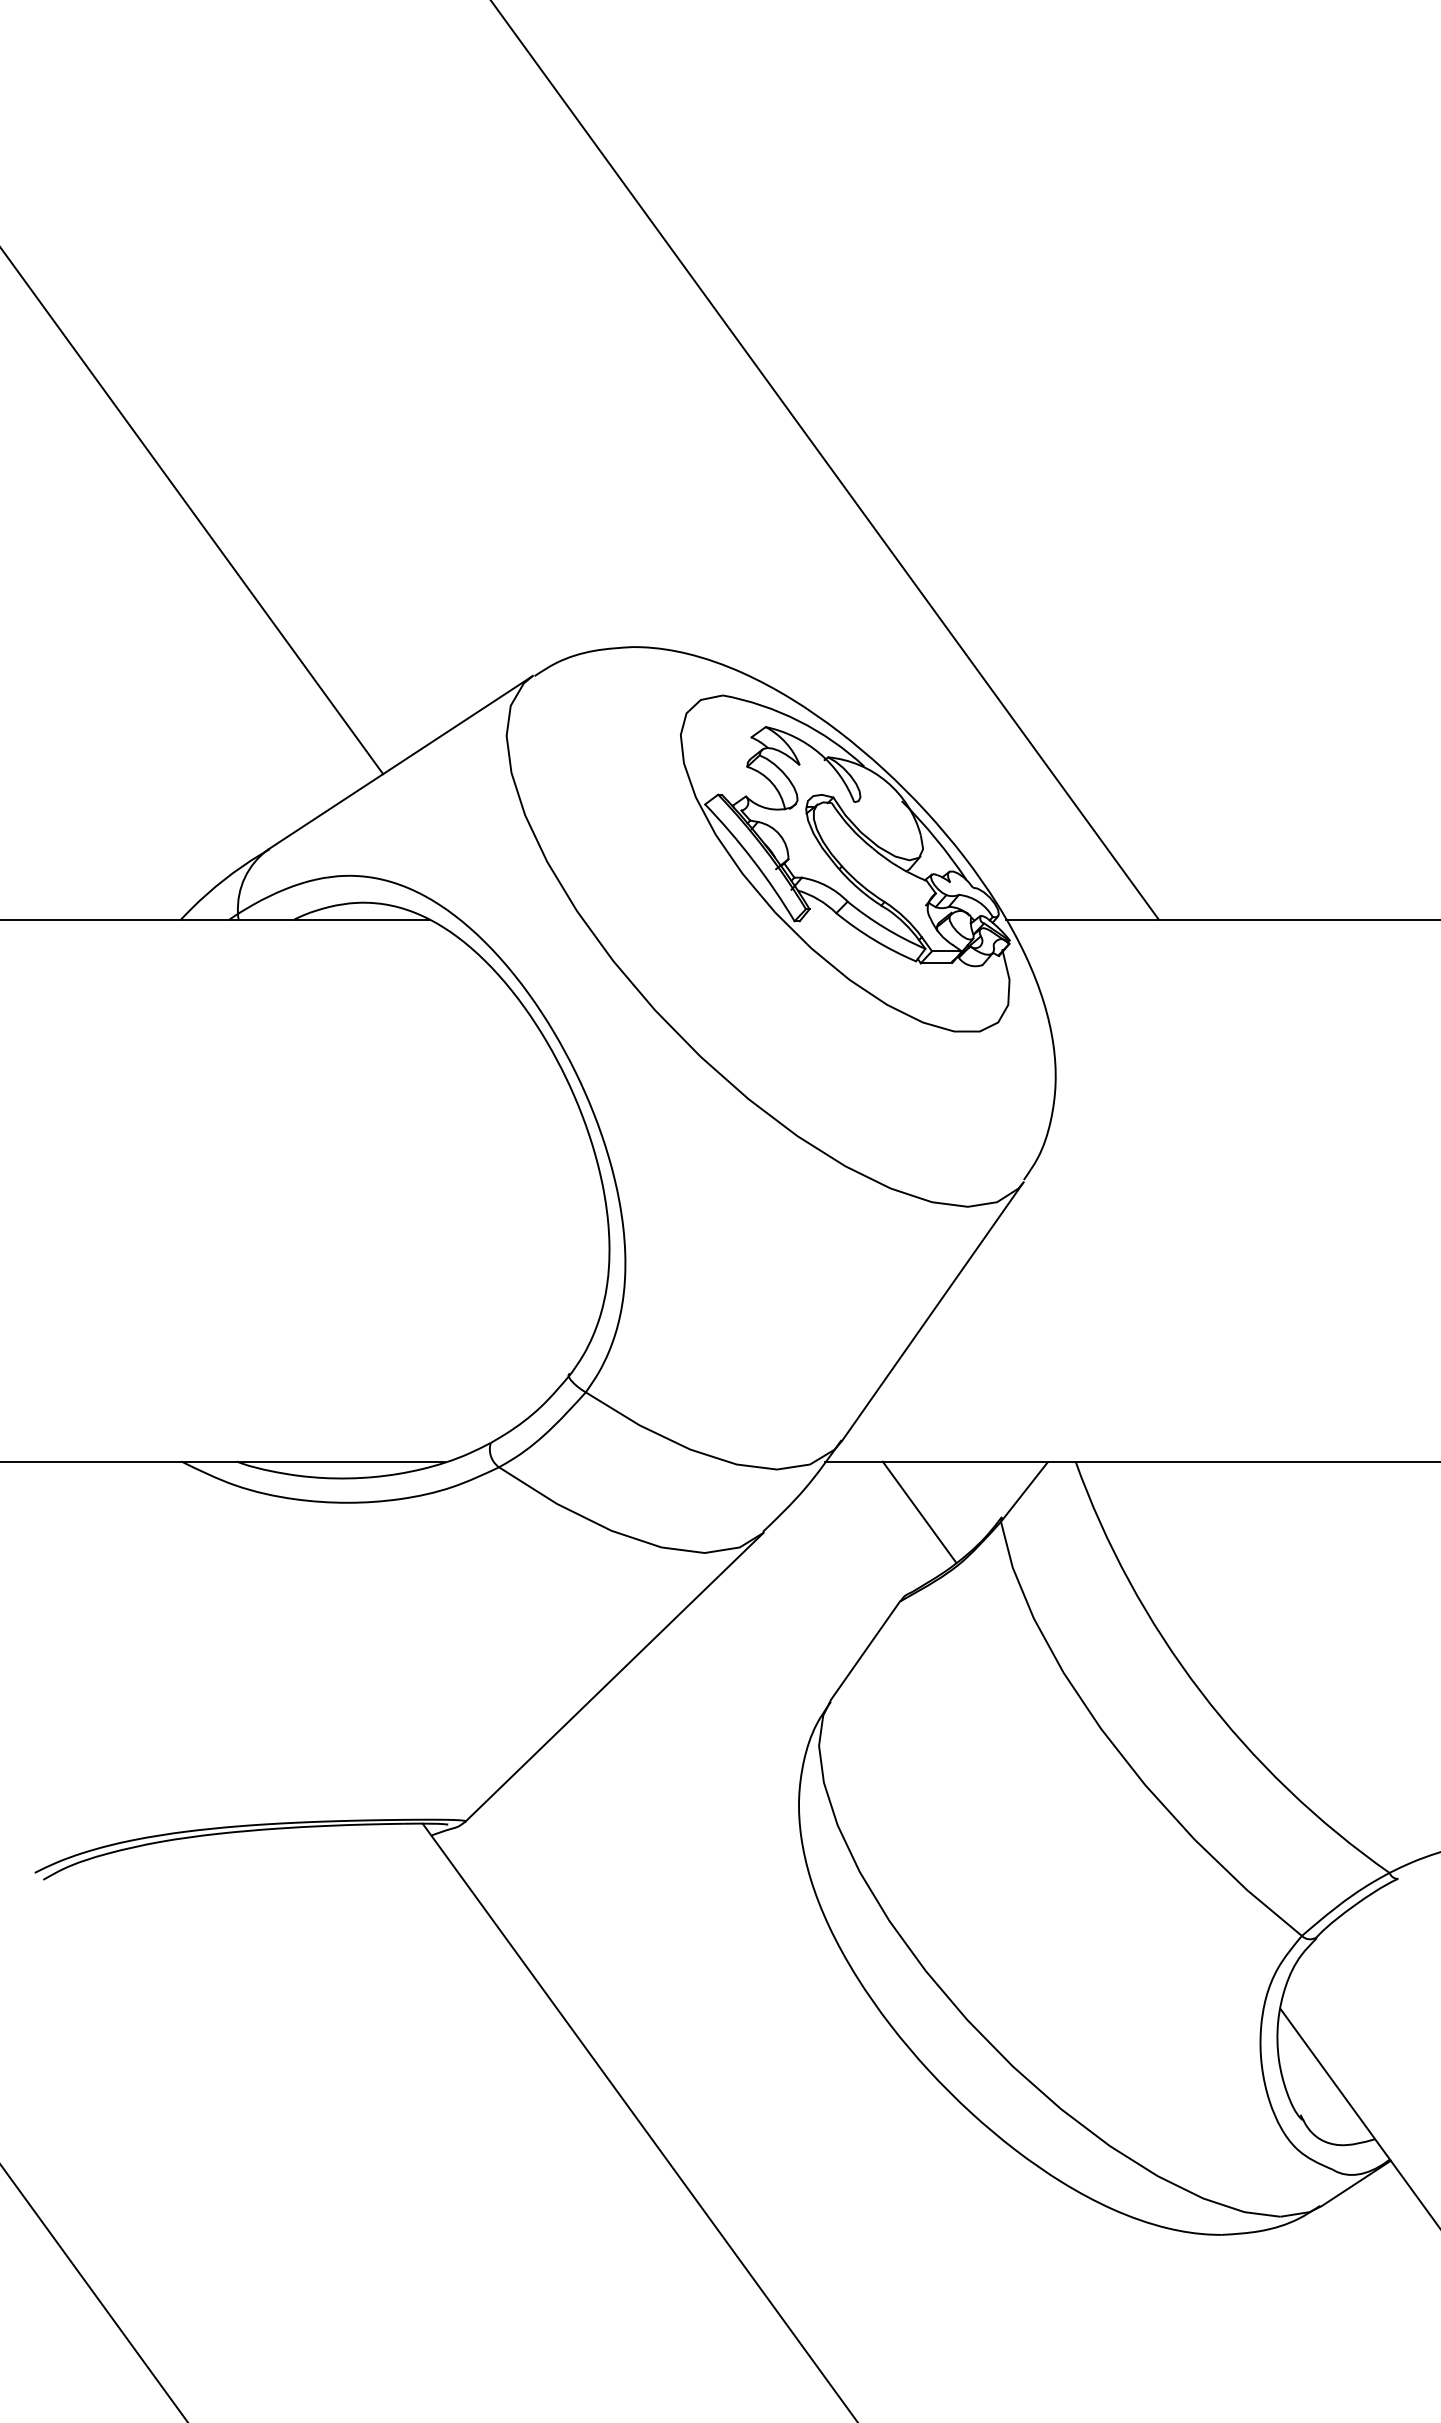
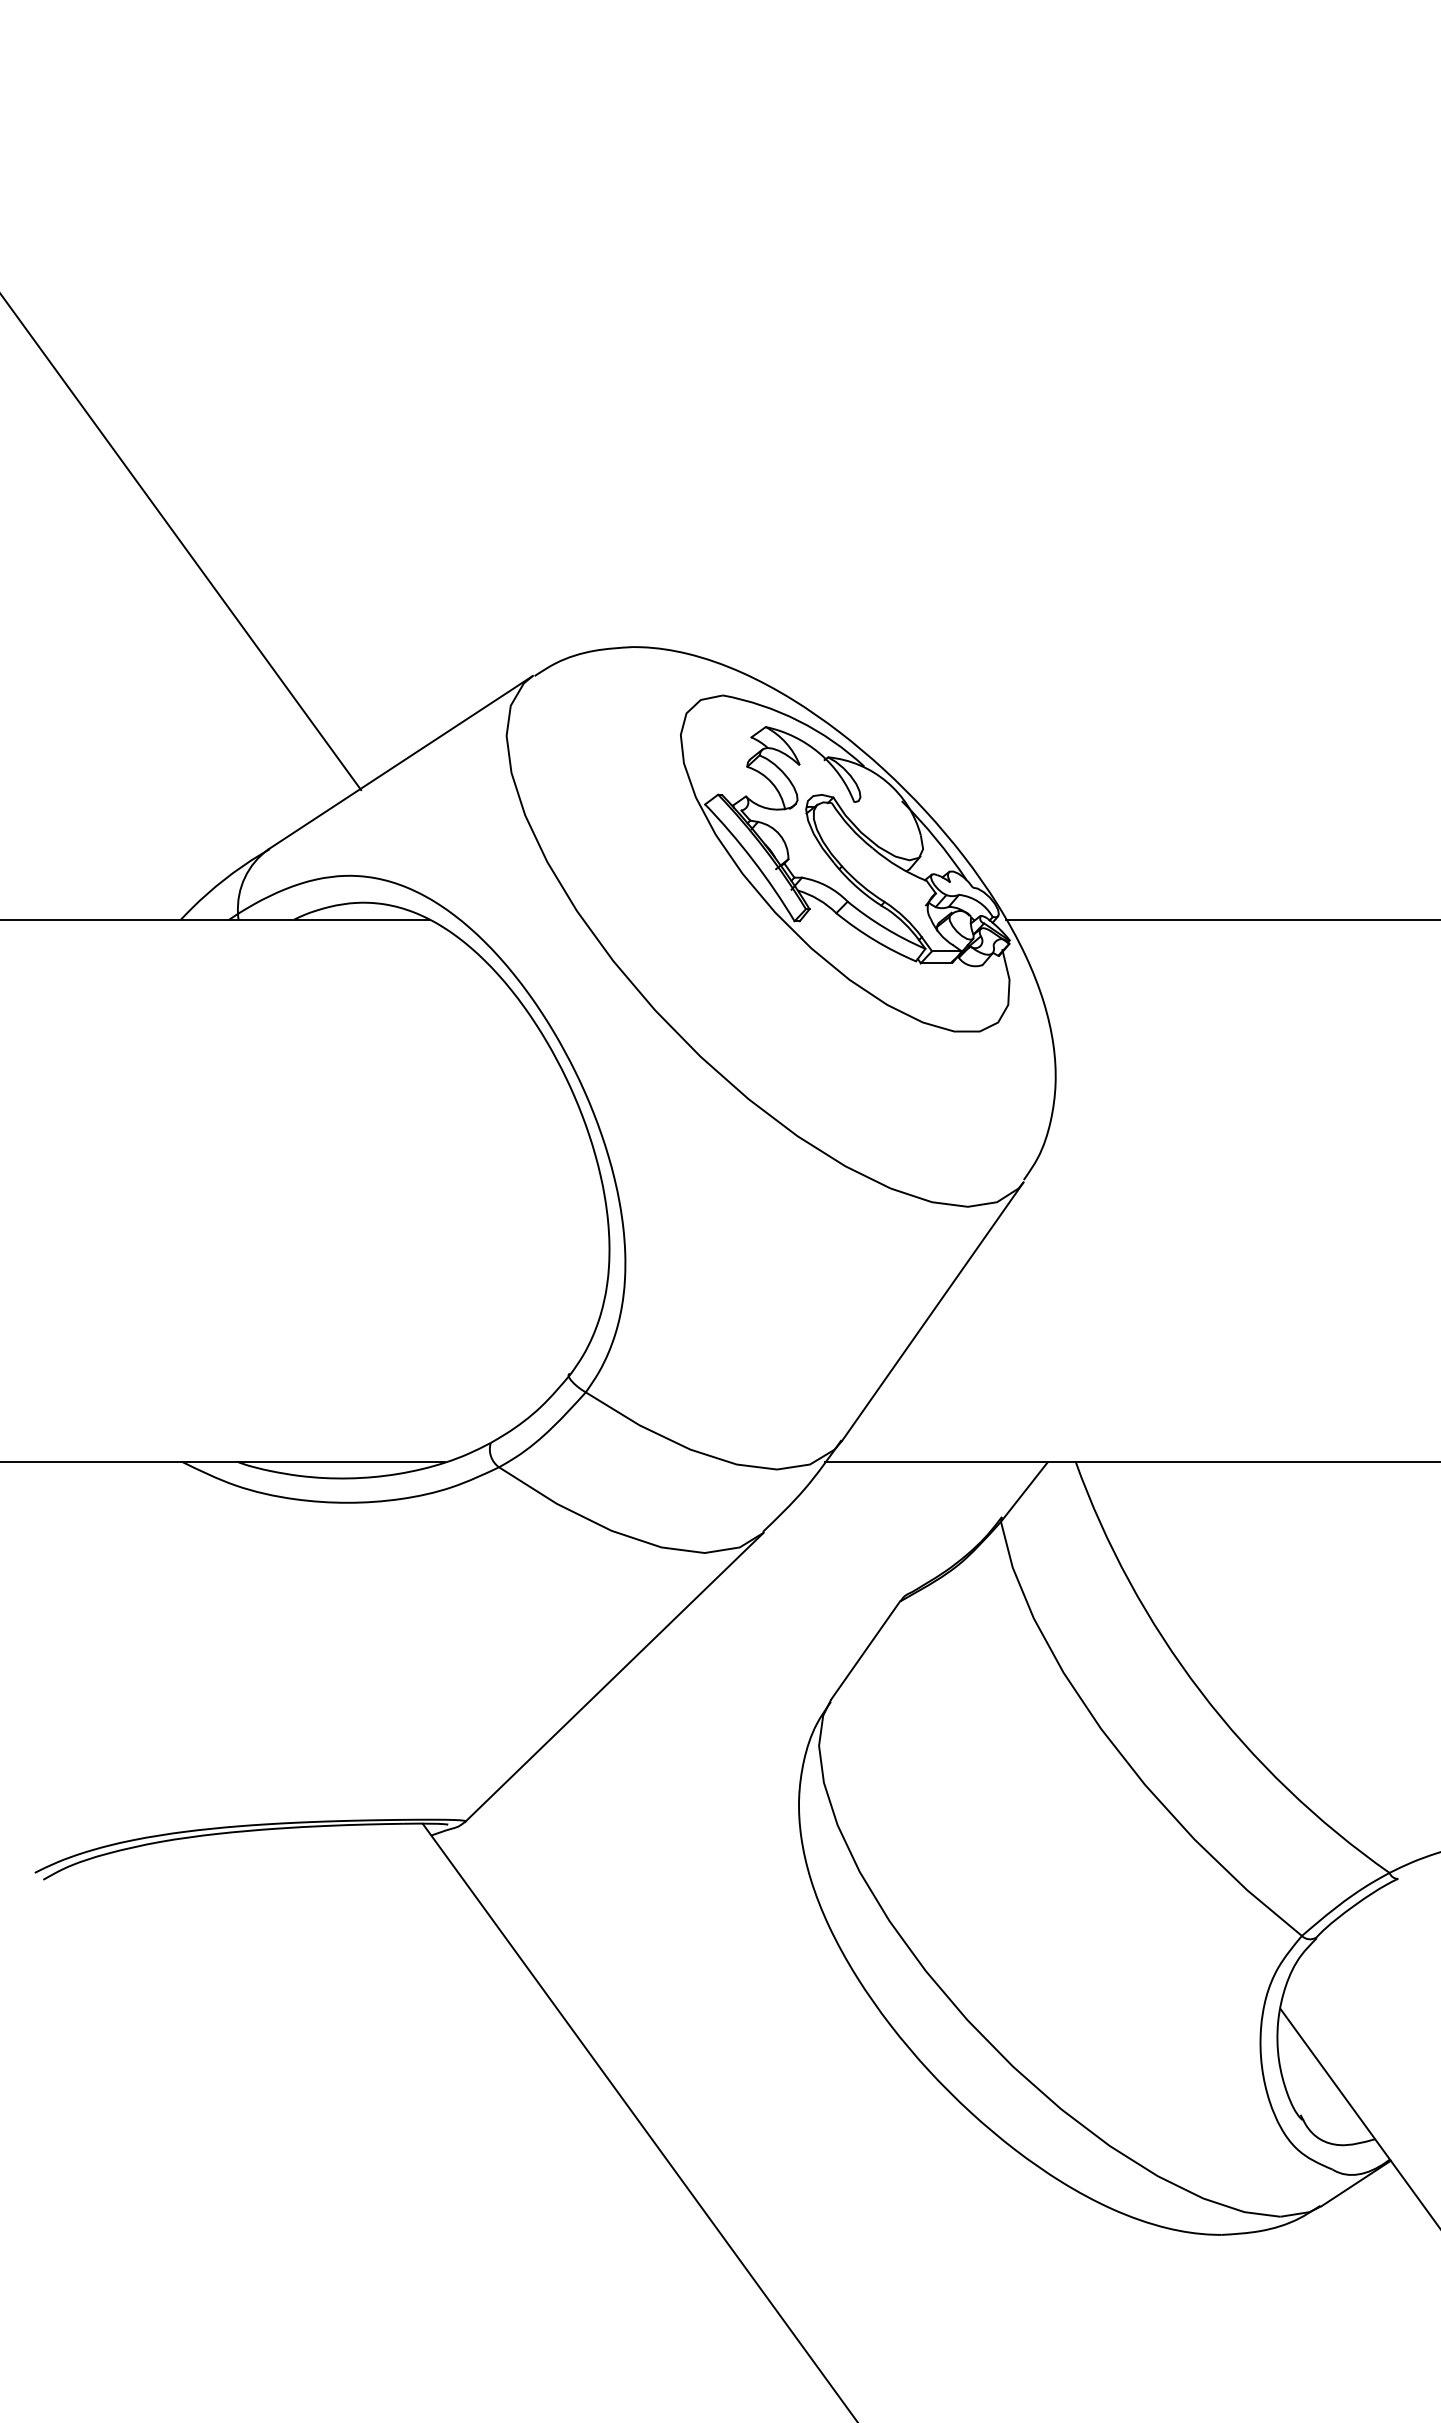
line at (825, 460): present -> none
line at (192, 511) position: (192, 511) -> (181, 543)
line at (919, 1511): present -> none
line at (93, 2293): present -> none
